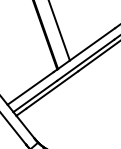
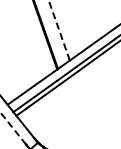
line at (59, 30): solid -> dashed
line at (13, 128): solid -> dashed
